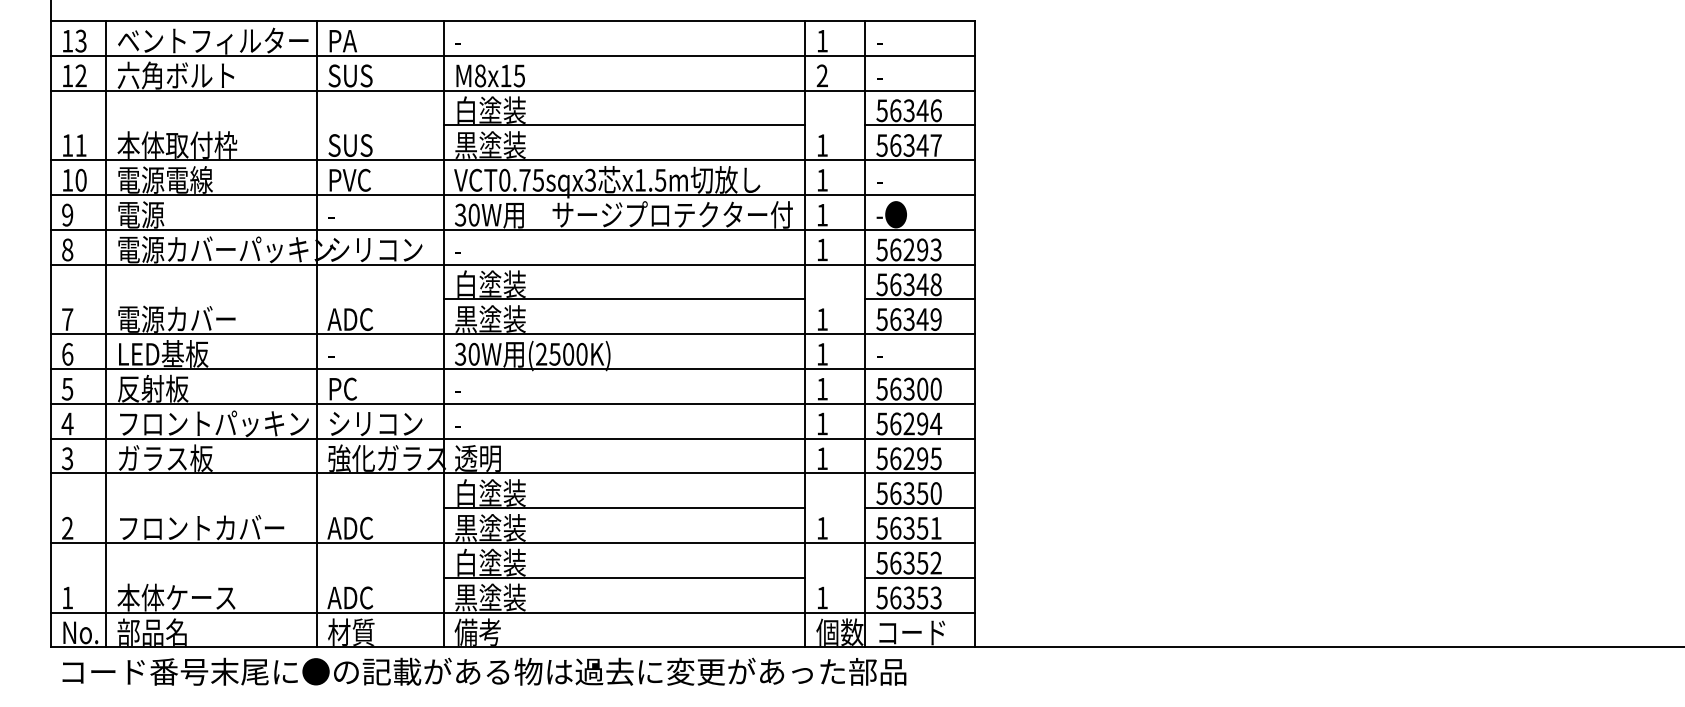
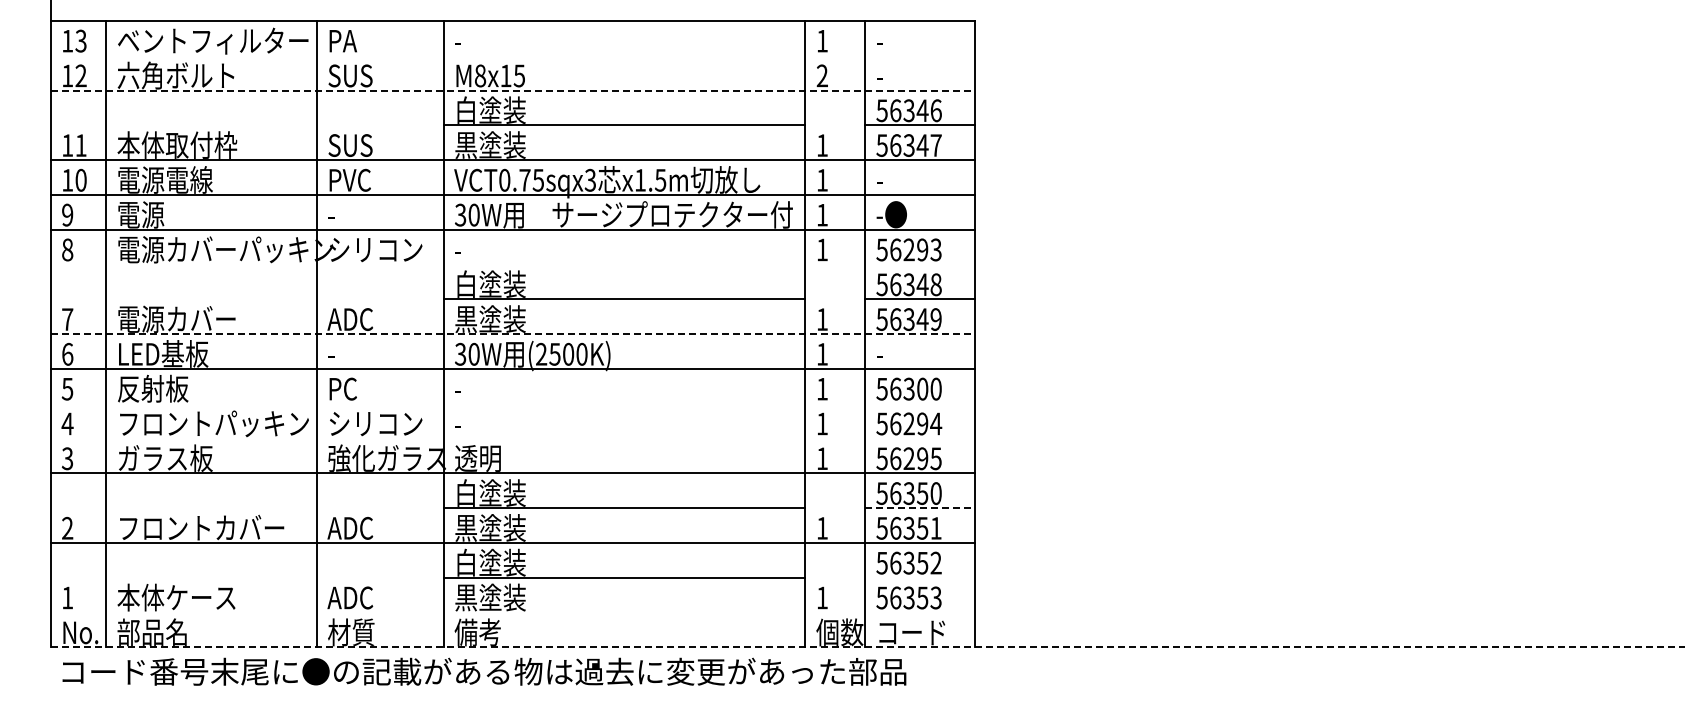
line at (512, 55): present -> none
line at (513, 90): solid -> dashed
line at (512, 264): present -> none
line at (513, 334): solid -> dashed
line at (512, 403): present -> none
line at (512, 438): present -> none
line at (920, 508): solid -> dashed
line at (920, 577): present -> none
line at (512, 612): present -> none
line at (867, 647): solid -> dashed
